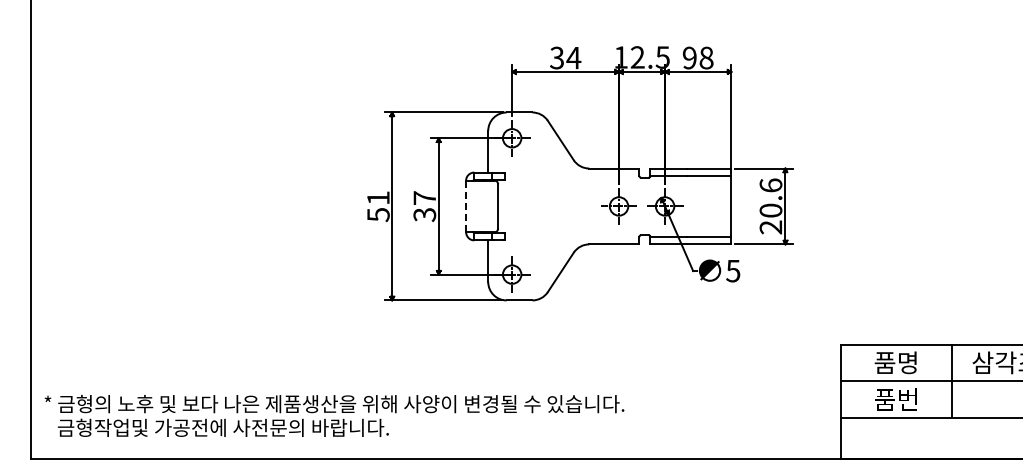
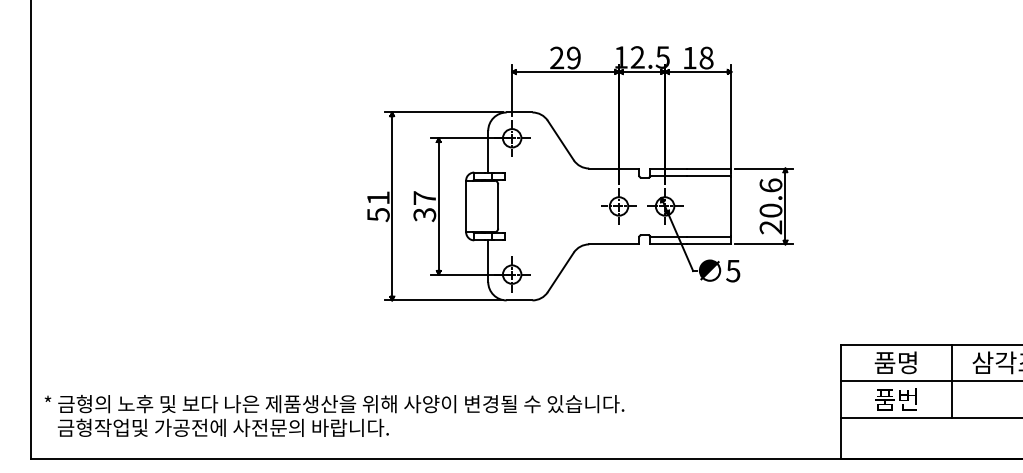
text at (565, 57): 34 -> 29
text at (689, 57): 98 -> 18
line at (466, 206): dashed -> solid
